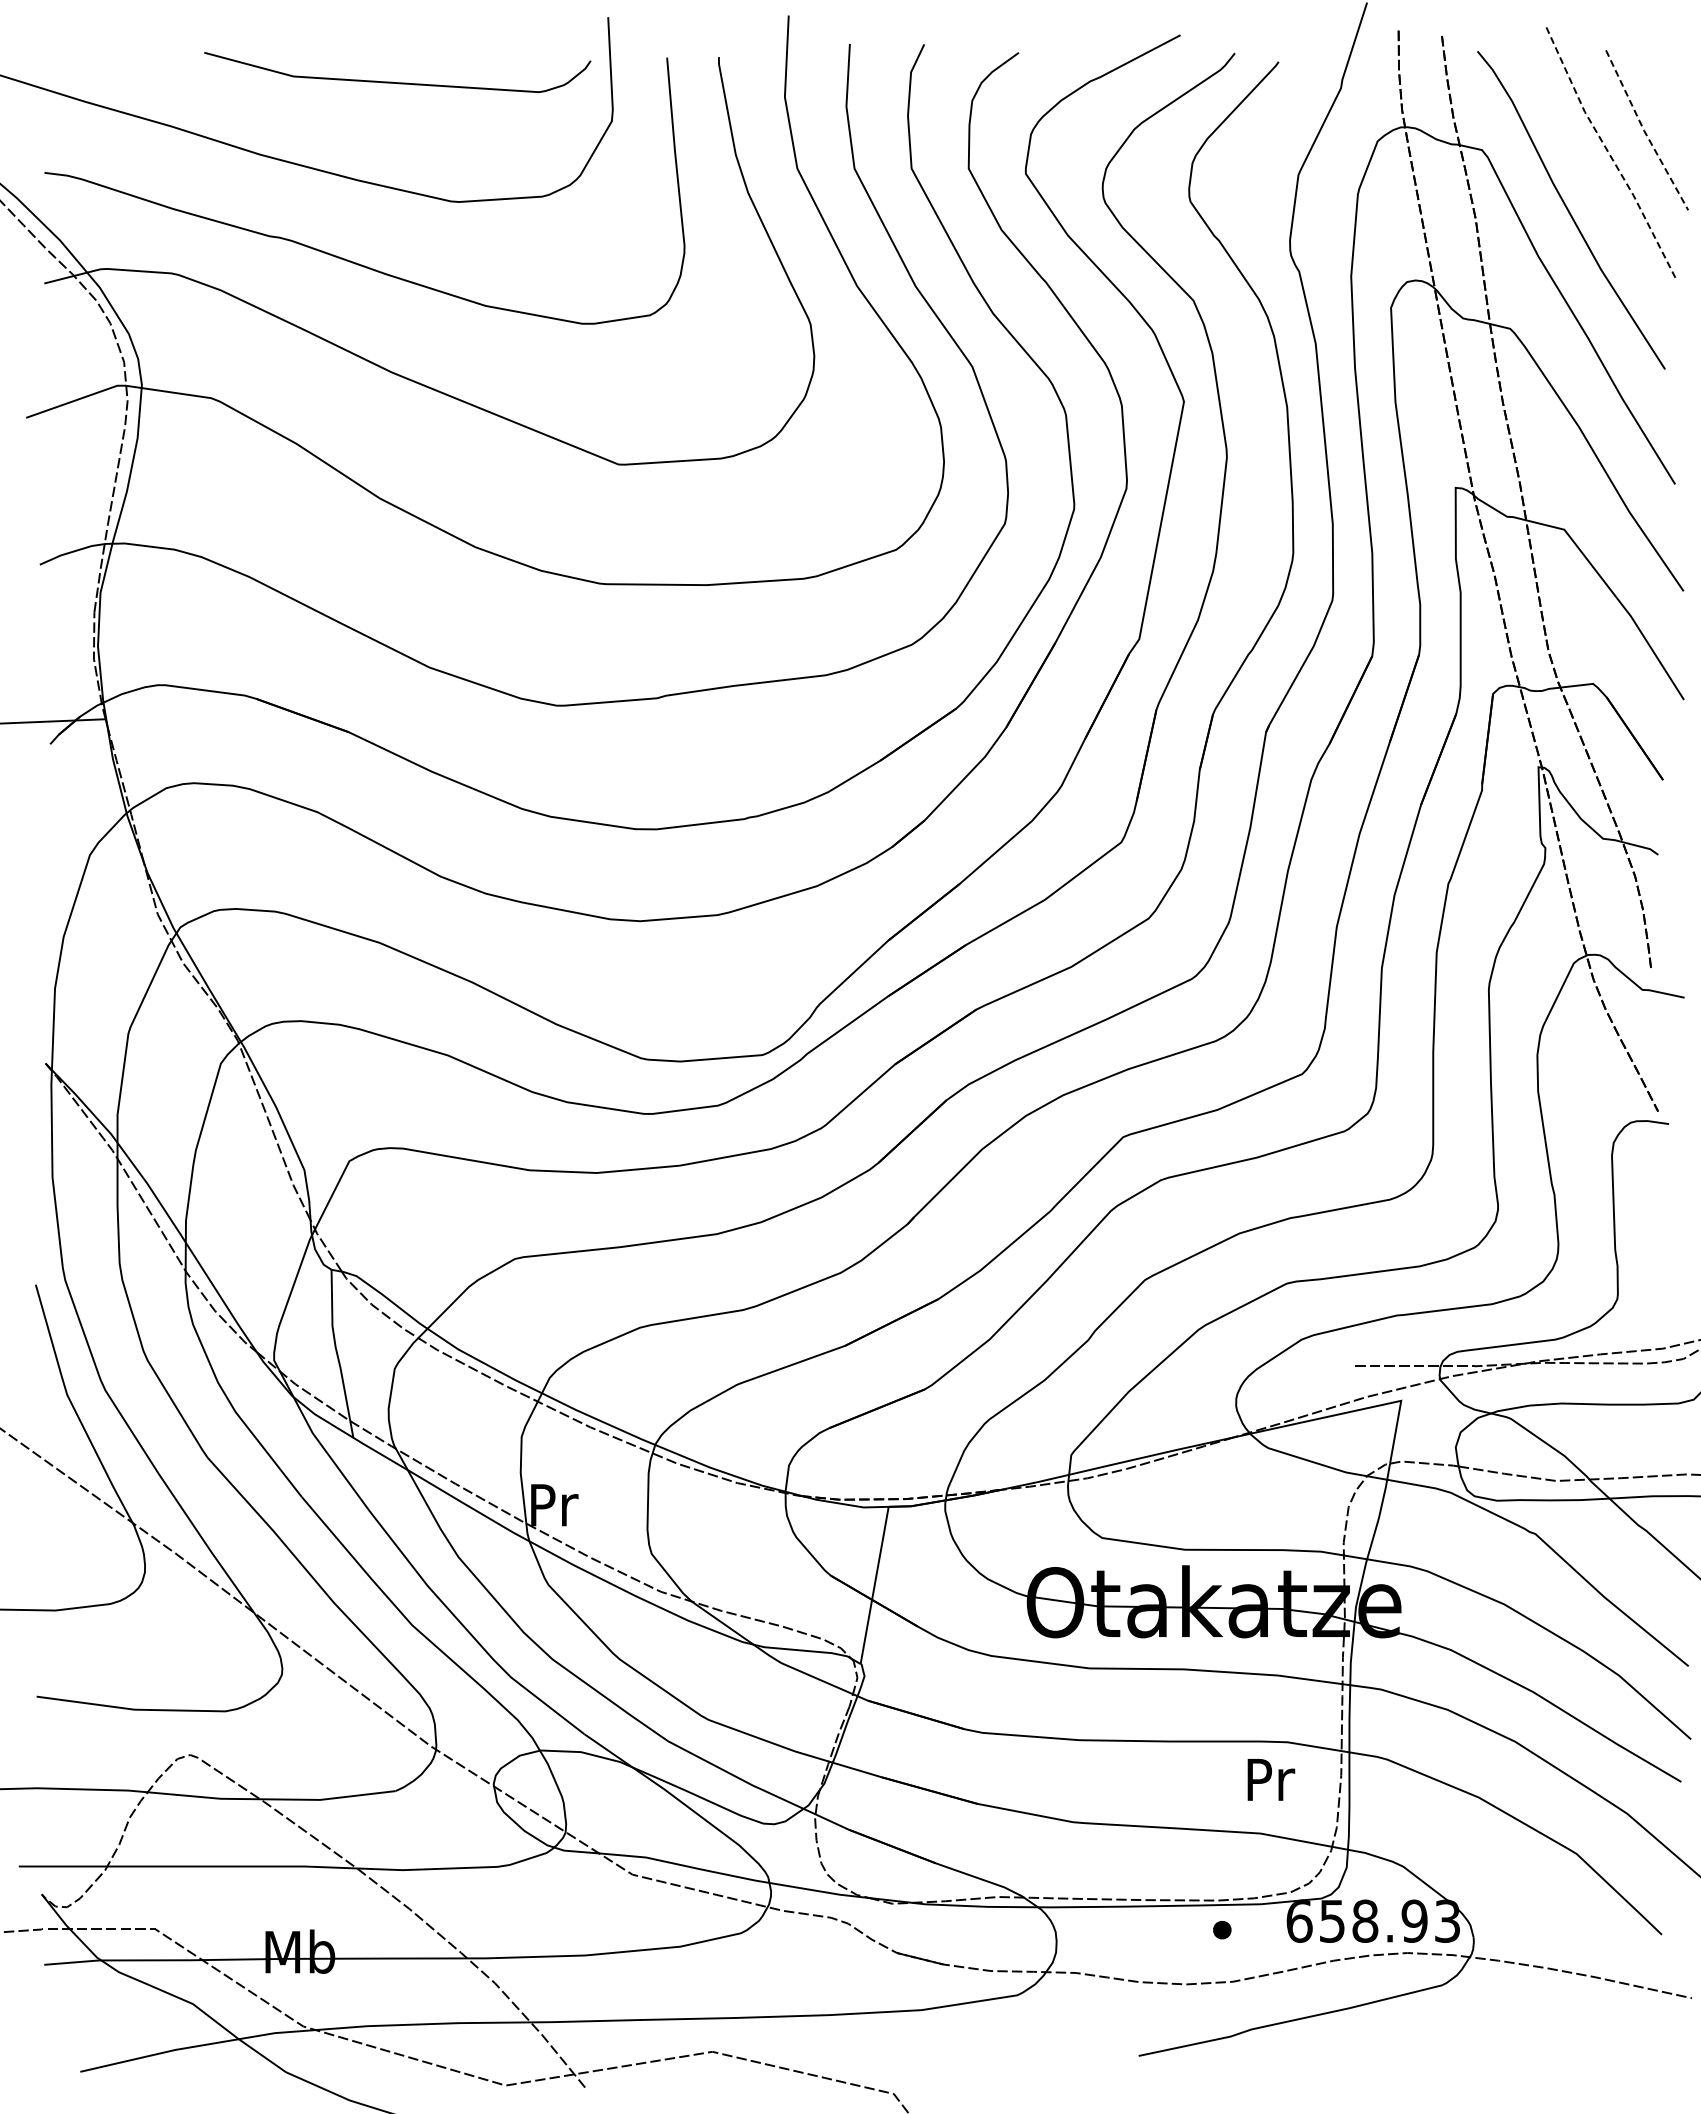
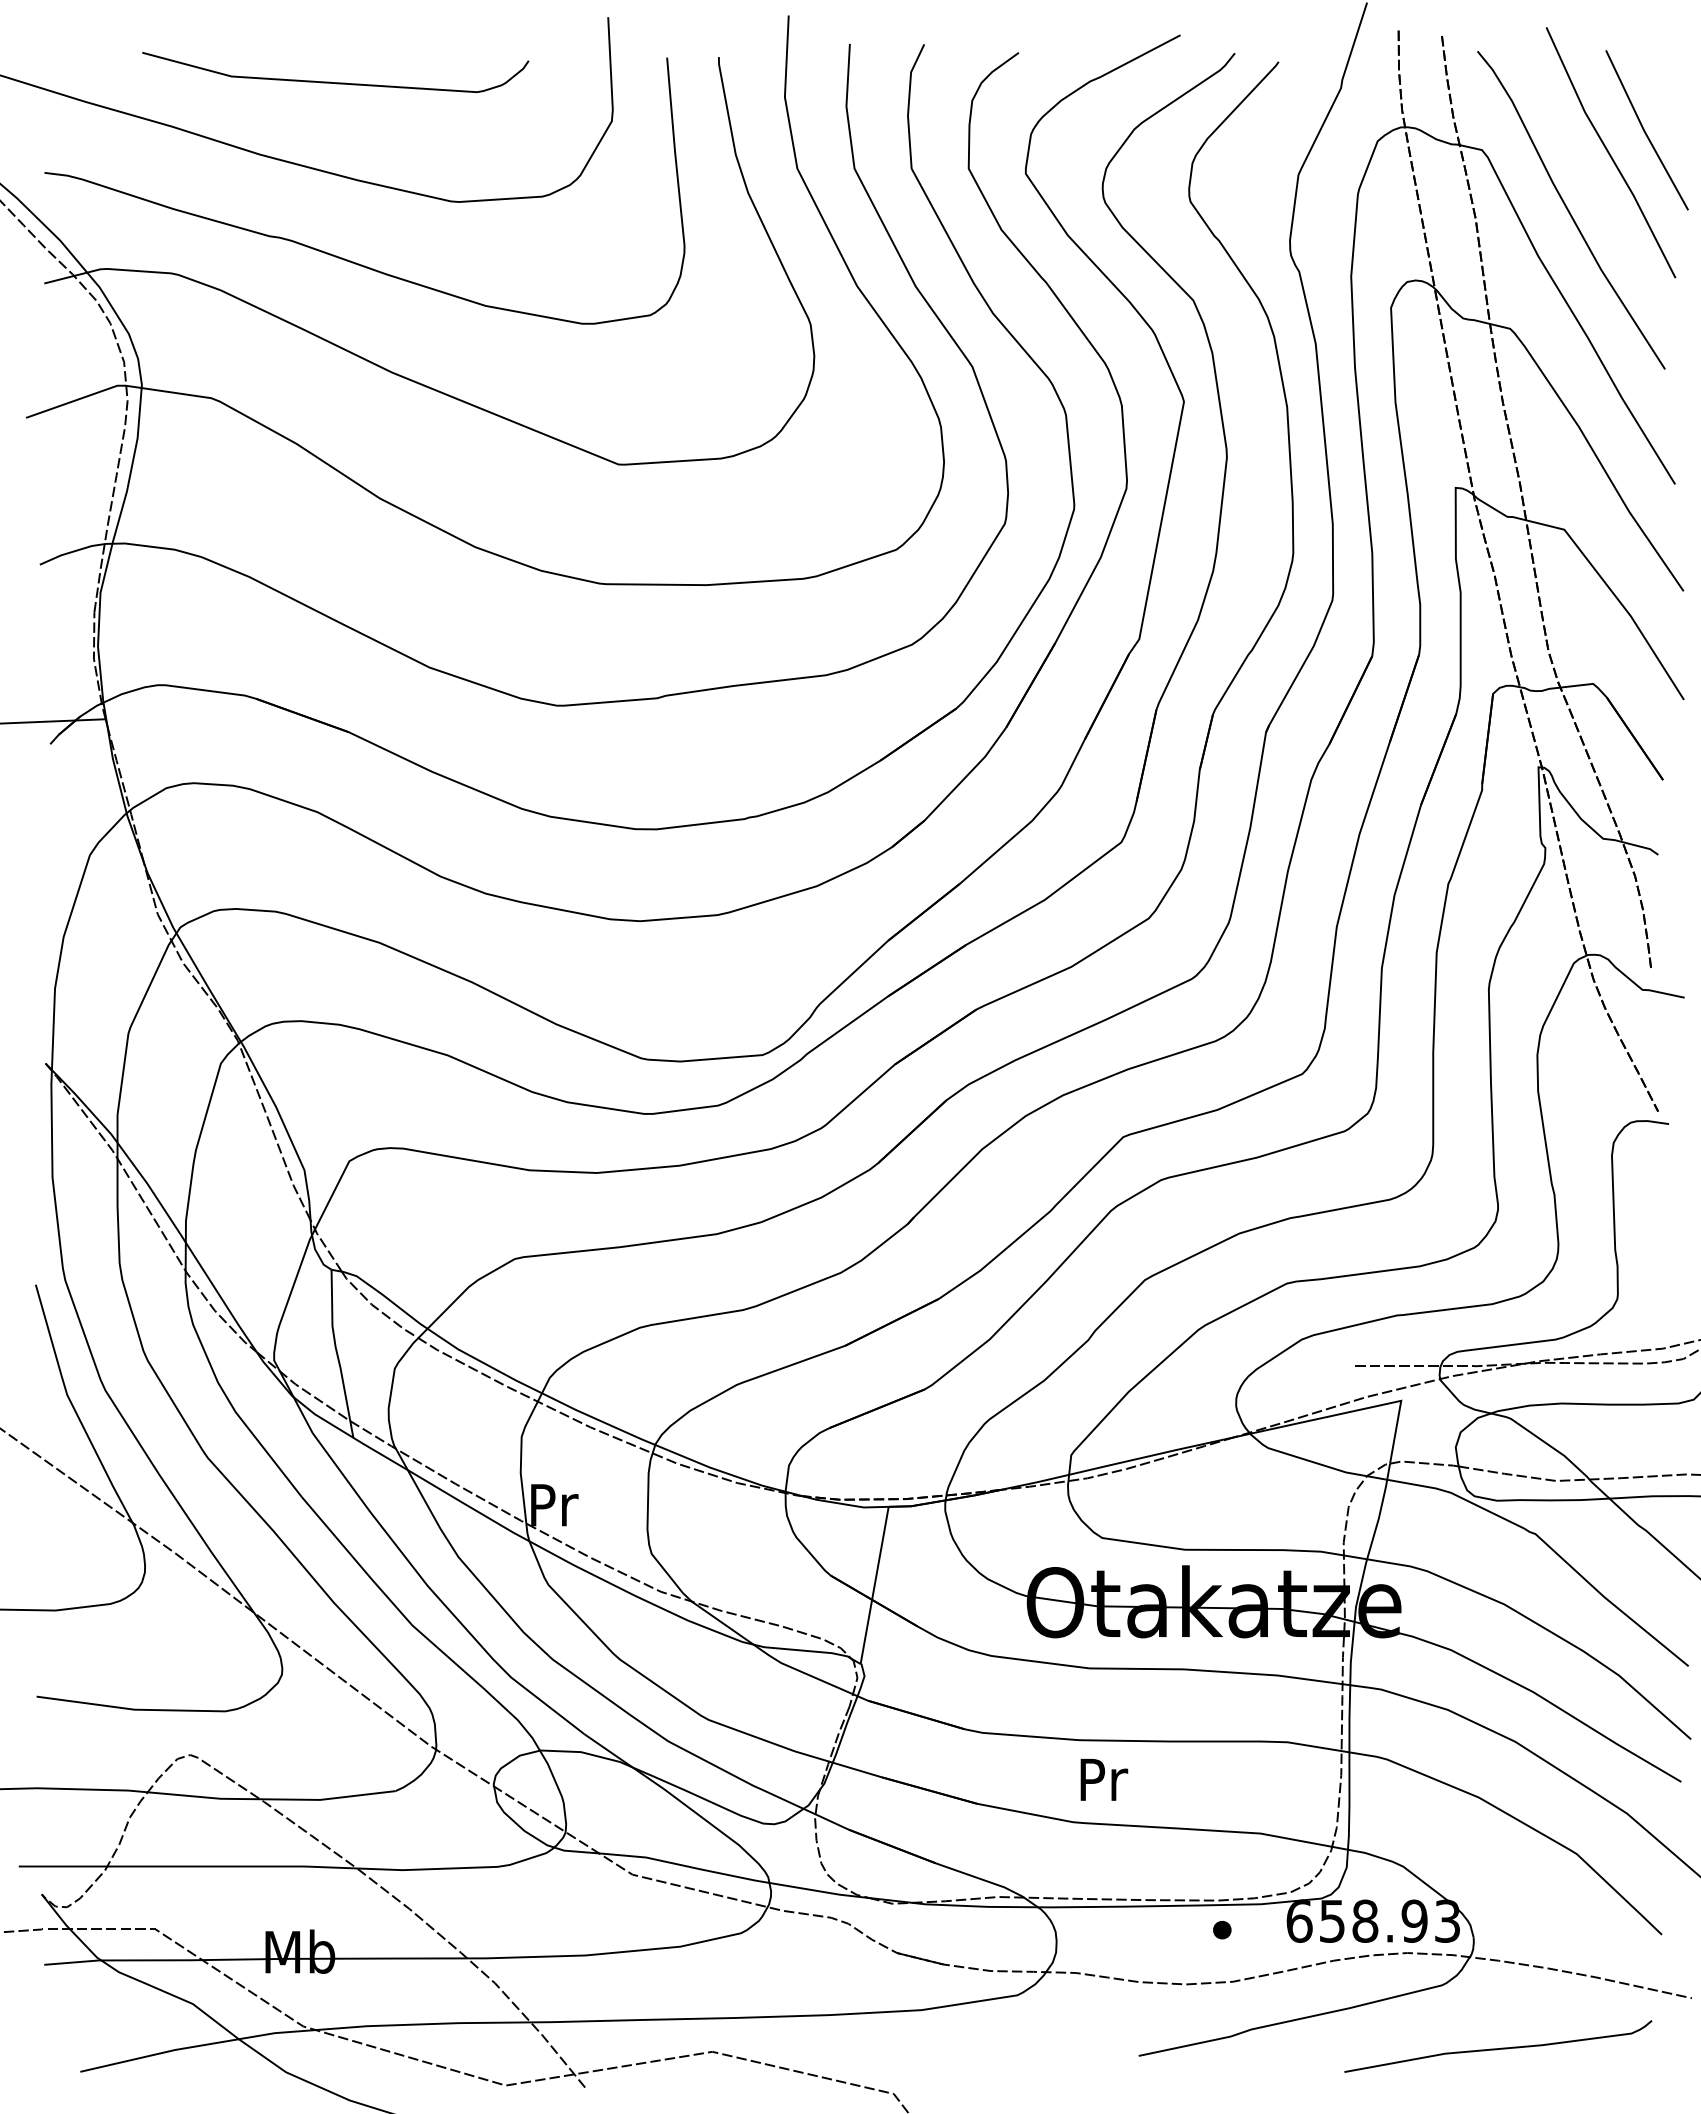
curve at (397, 82) position: (397, 82) -> (335, 82)
line at (1644, 131): dashed -> solid
line at (1609, 153): dashed -> solid
text at (1271, 1779) position: (1271, 1779) -> (1104, 1779)
curve at (1498, 2048): none -> present
